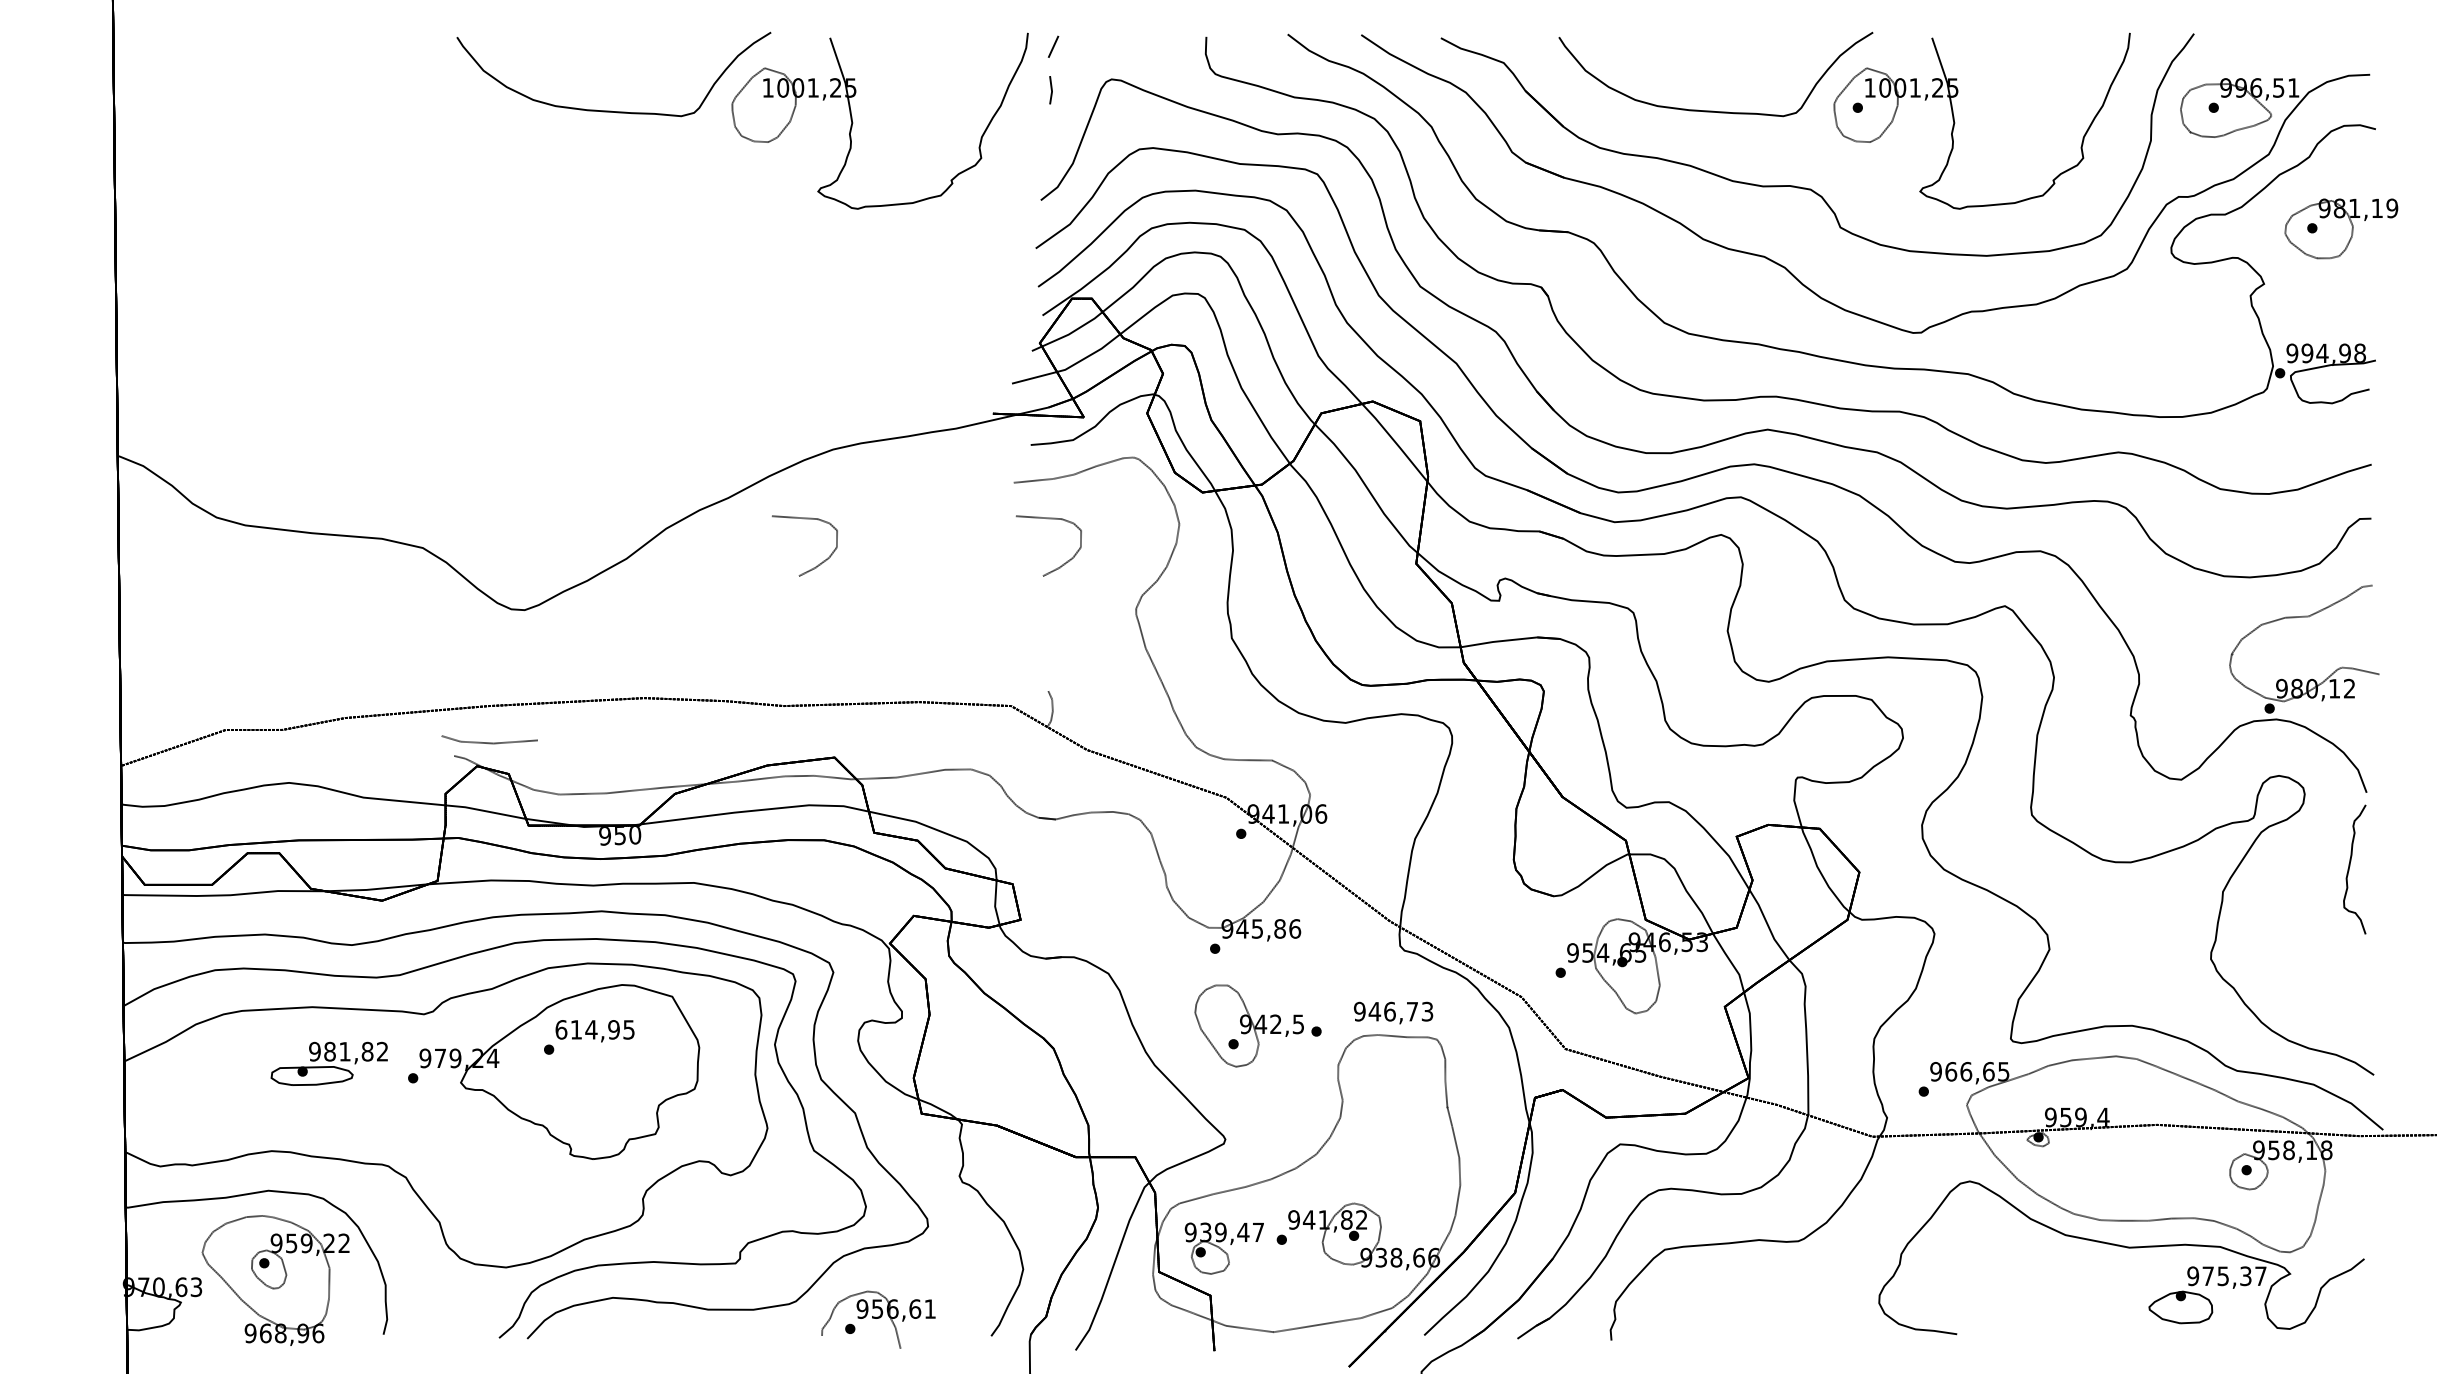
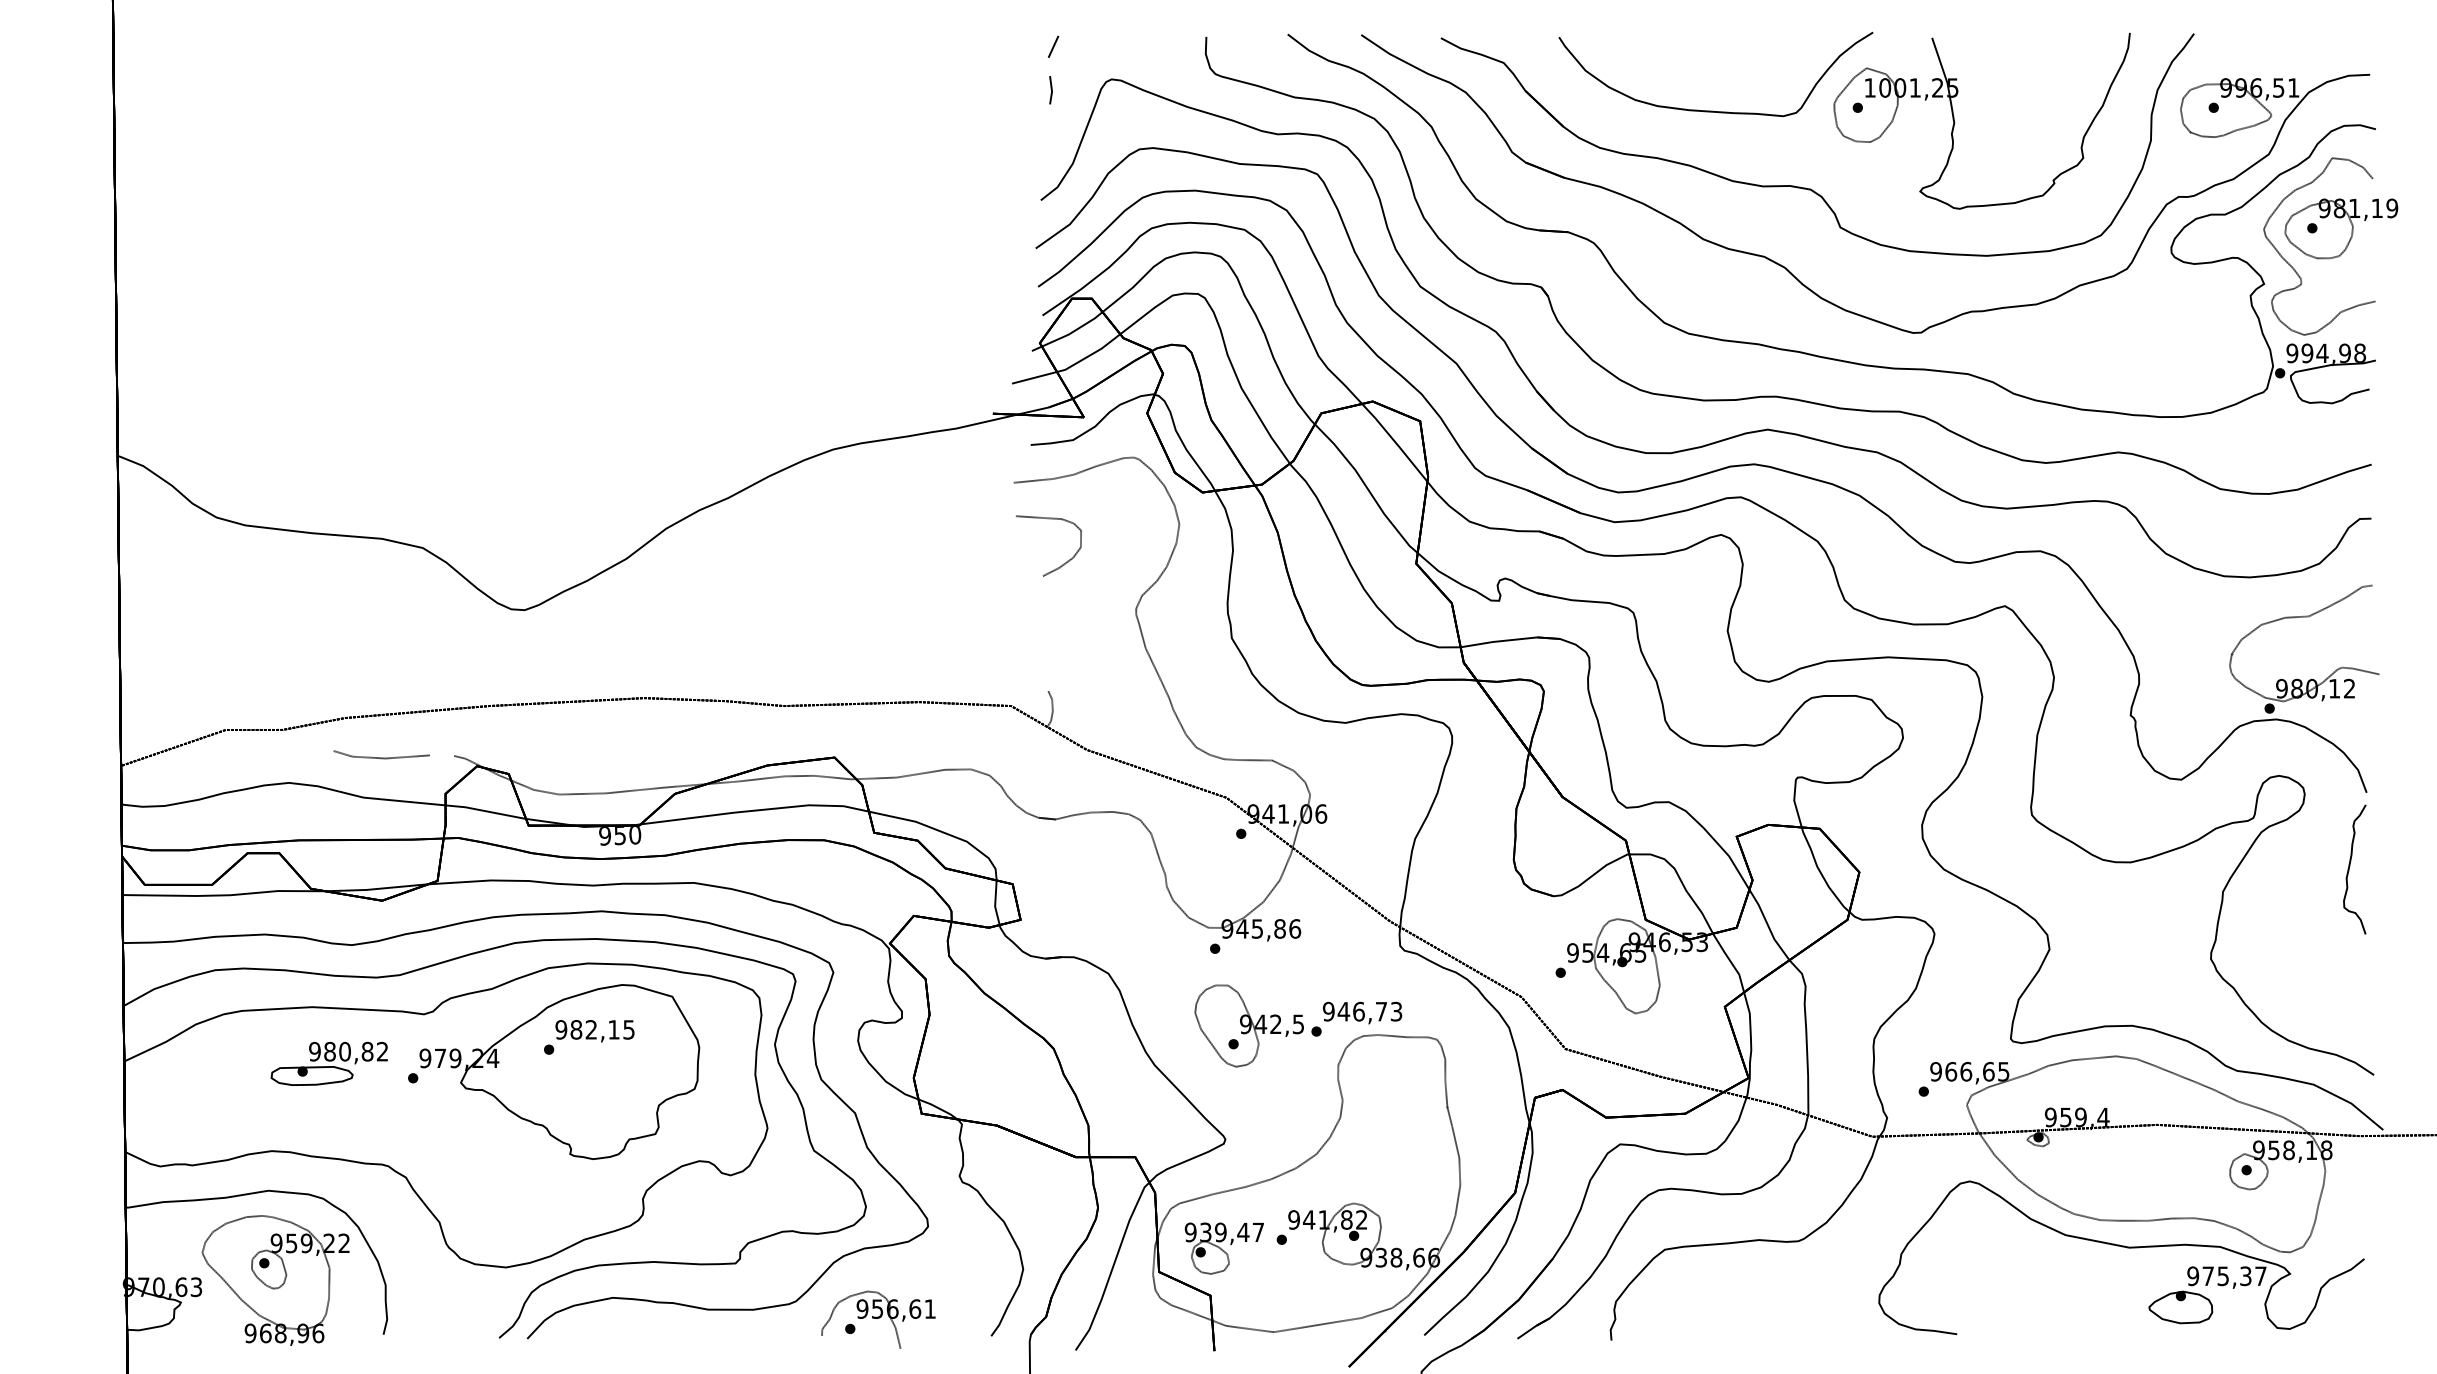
part at (742, 120): present -> none
part at (2295, 269): none -> present
curve at (816, 565): present -> none
line at (489, 742) position: (489, 742) -> (381, 757)
text at (1393, 1012) position: (1393, 1012) -> (1362, 1012)
text at (587, 1029): 614,95 -> 982,15
text at (344, 1051): 981,82 -> 980,82
